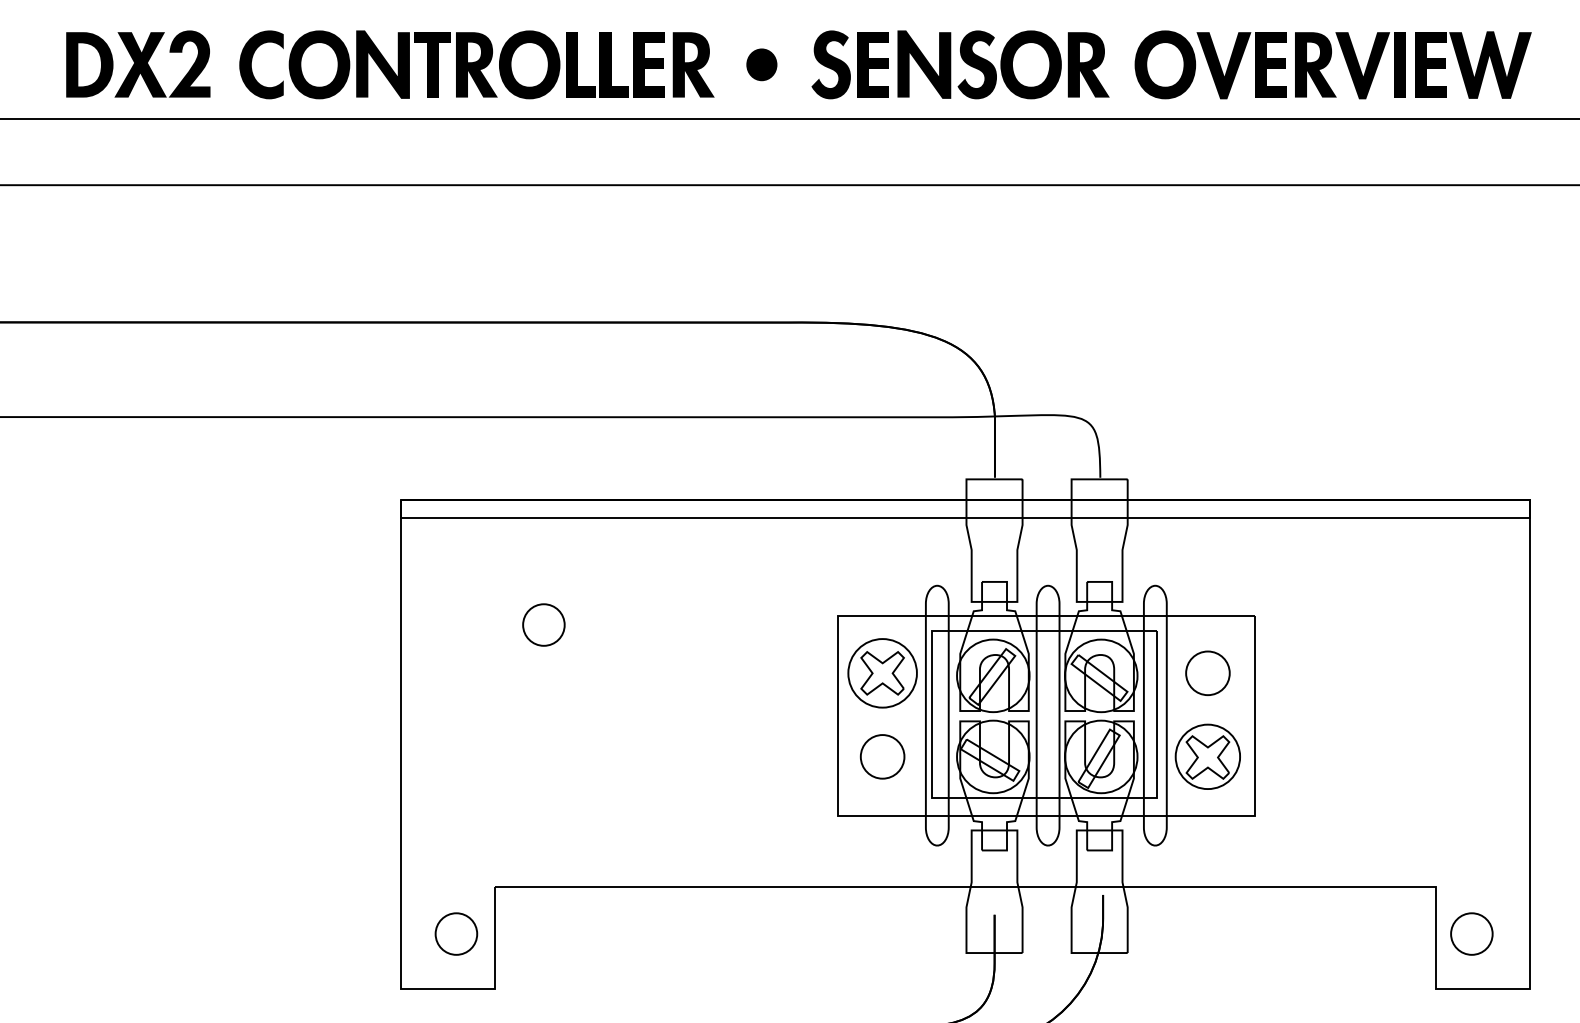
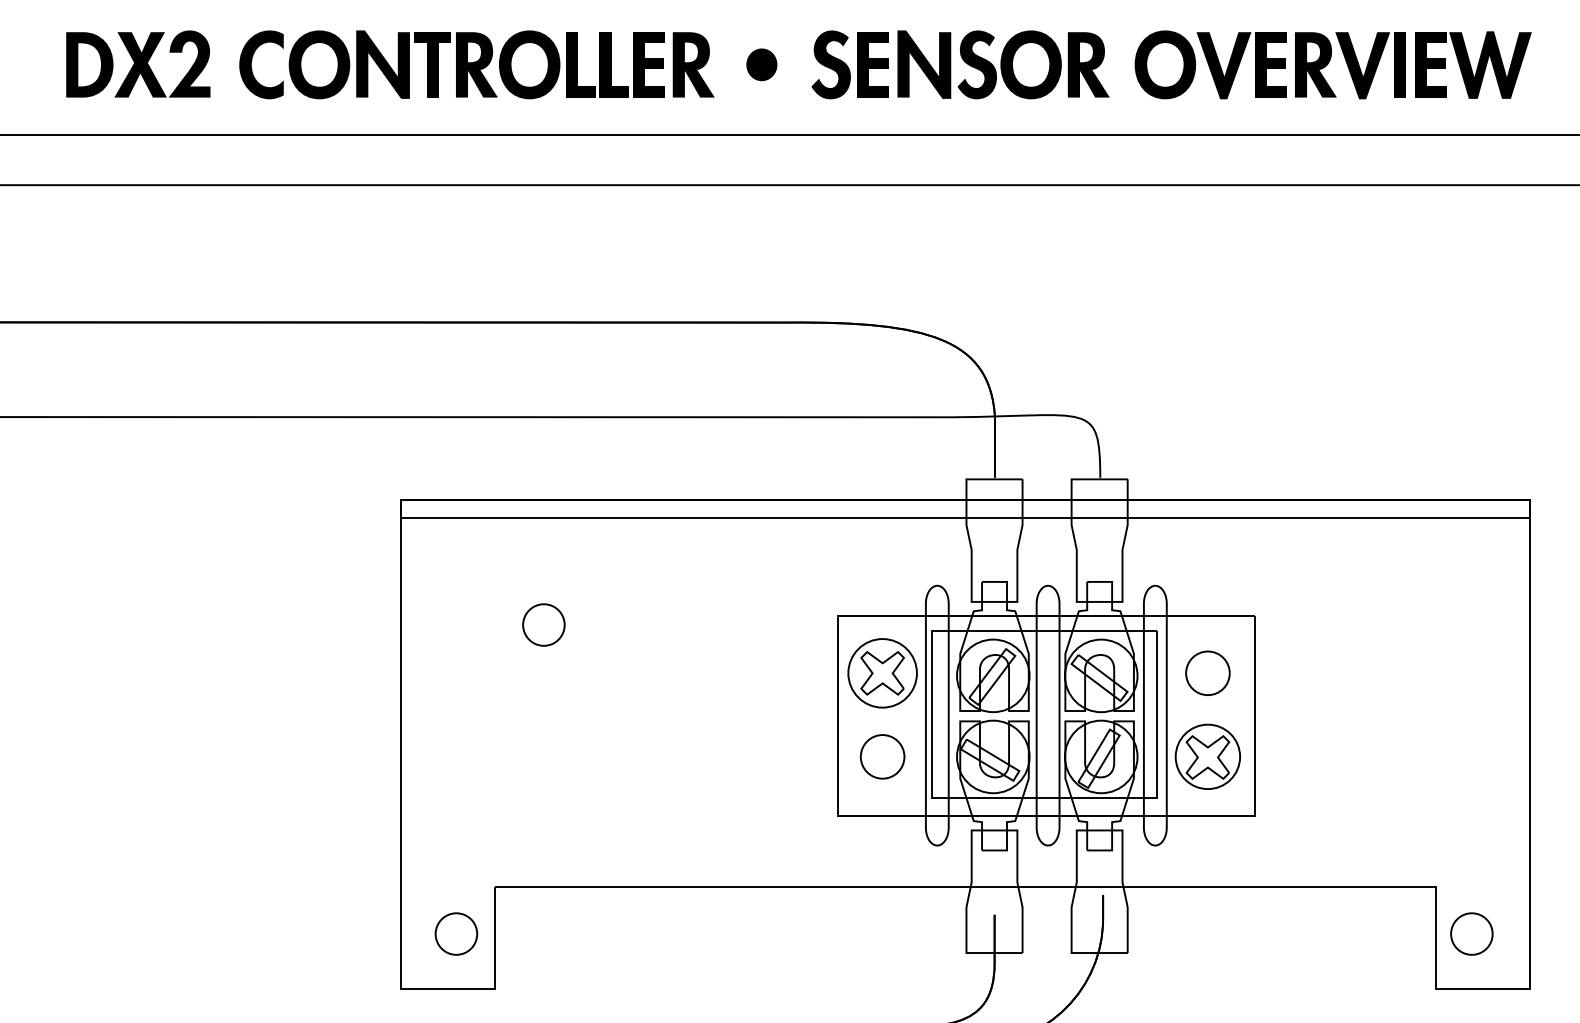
line at (789, 118) position: (789, 118) -> (789, 134)
